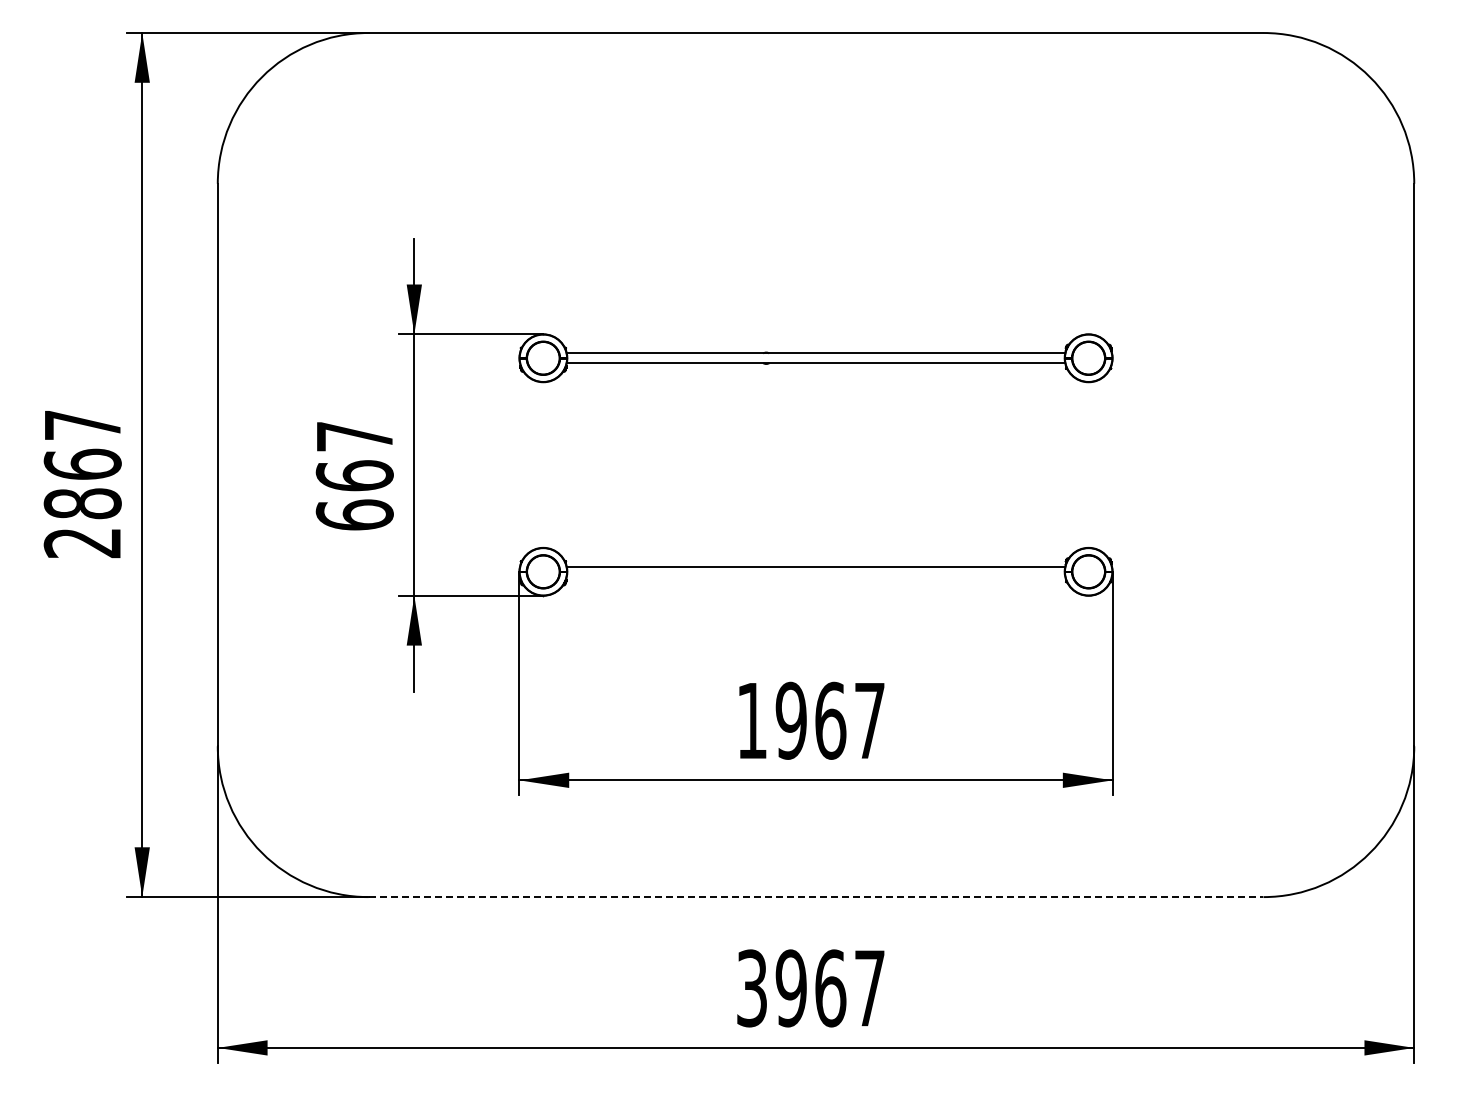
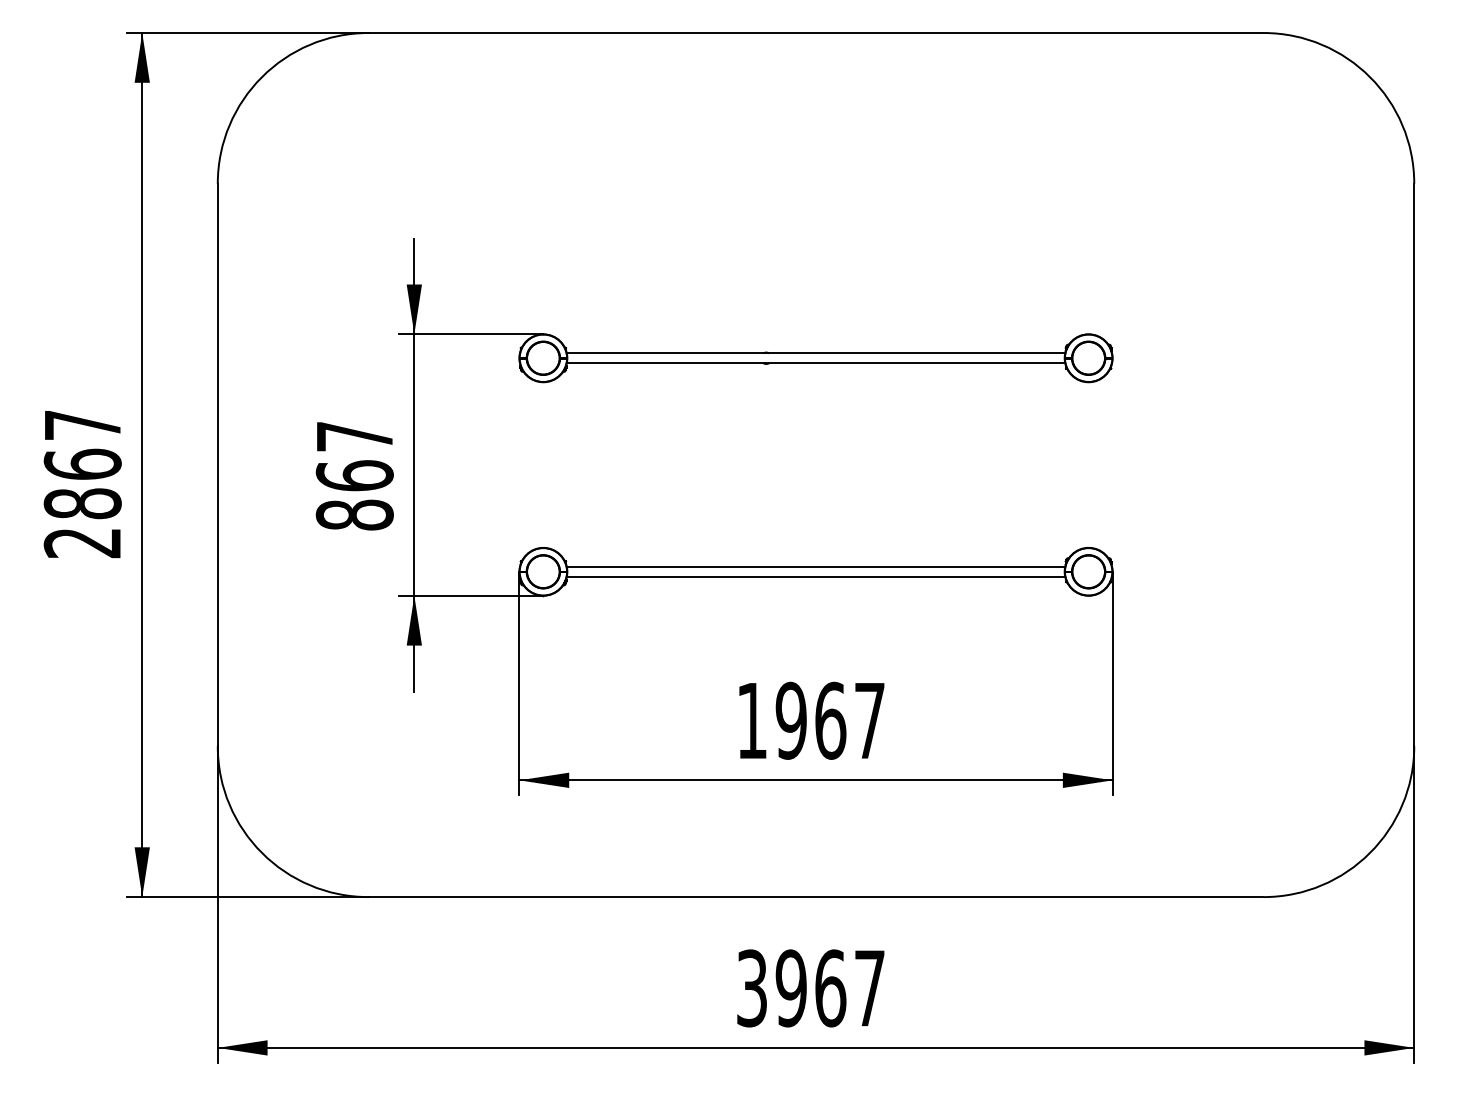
text at (354, 514): 667 -> 867
line at (815, 576): none -> present
line at (816, 897): dashed -> solid
